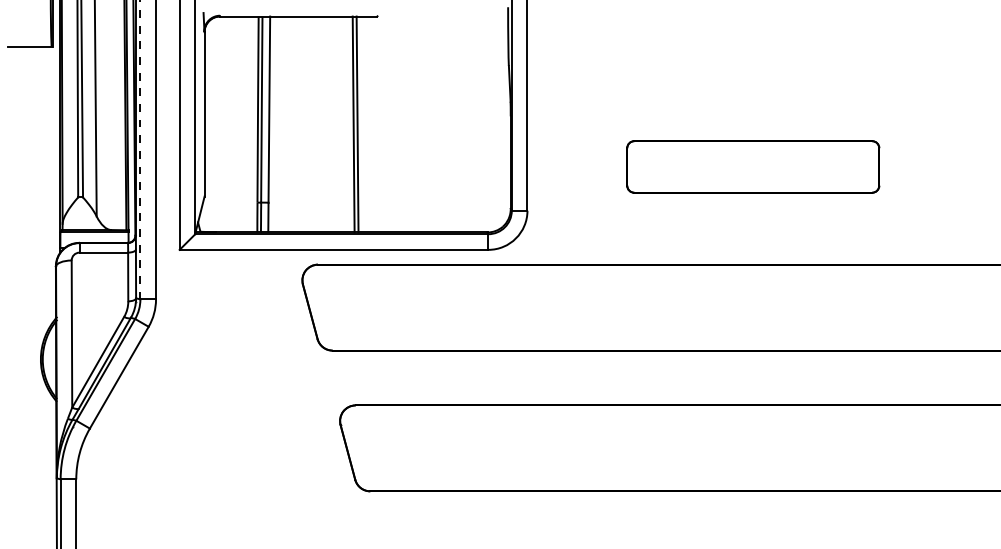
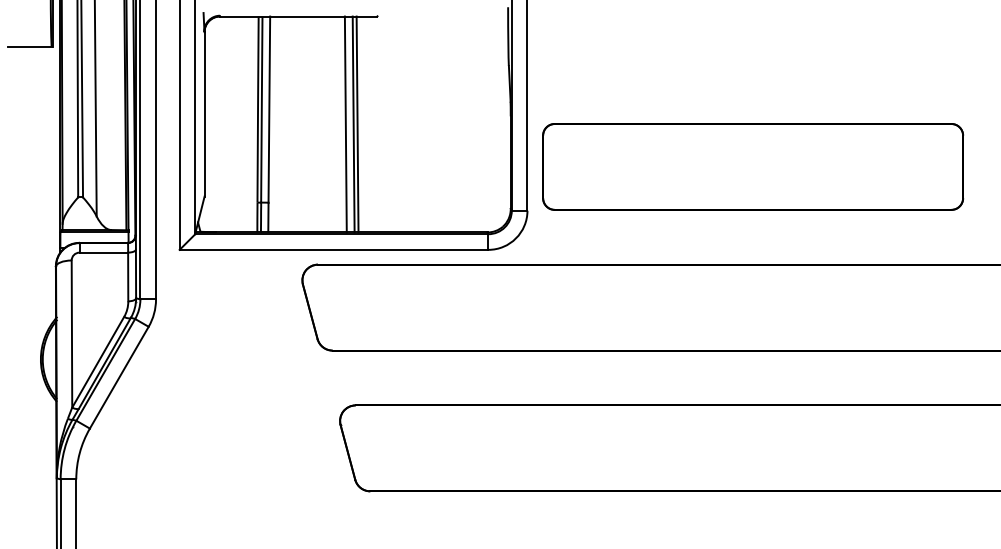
line at (345, 124): none -> present
line at (140, 149): dashed -> solid
part at (753, 166) size: 255x54 px -> 423x88 px
